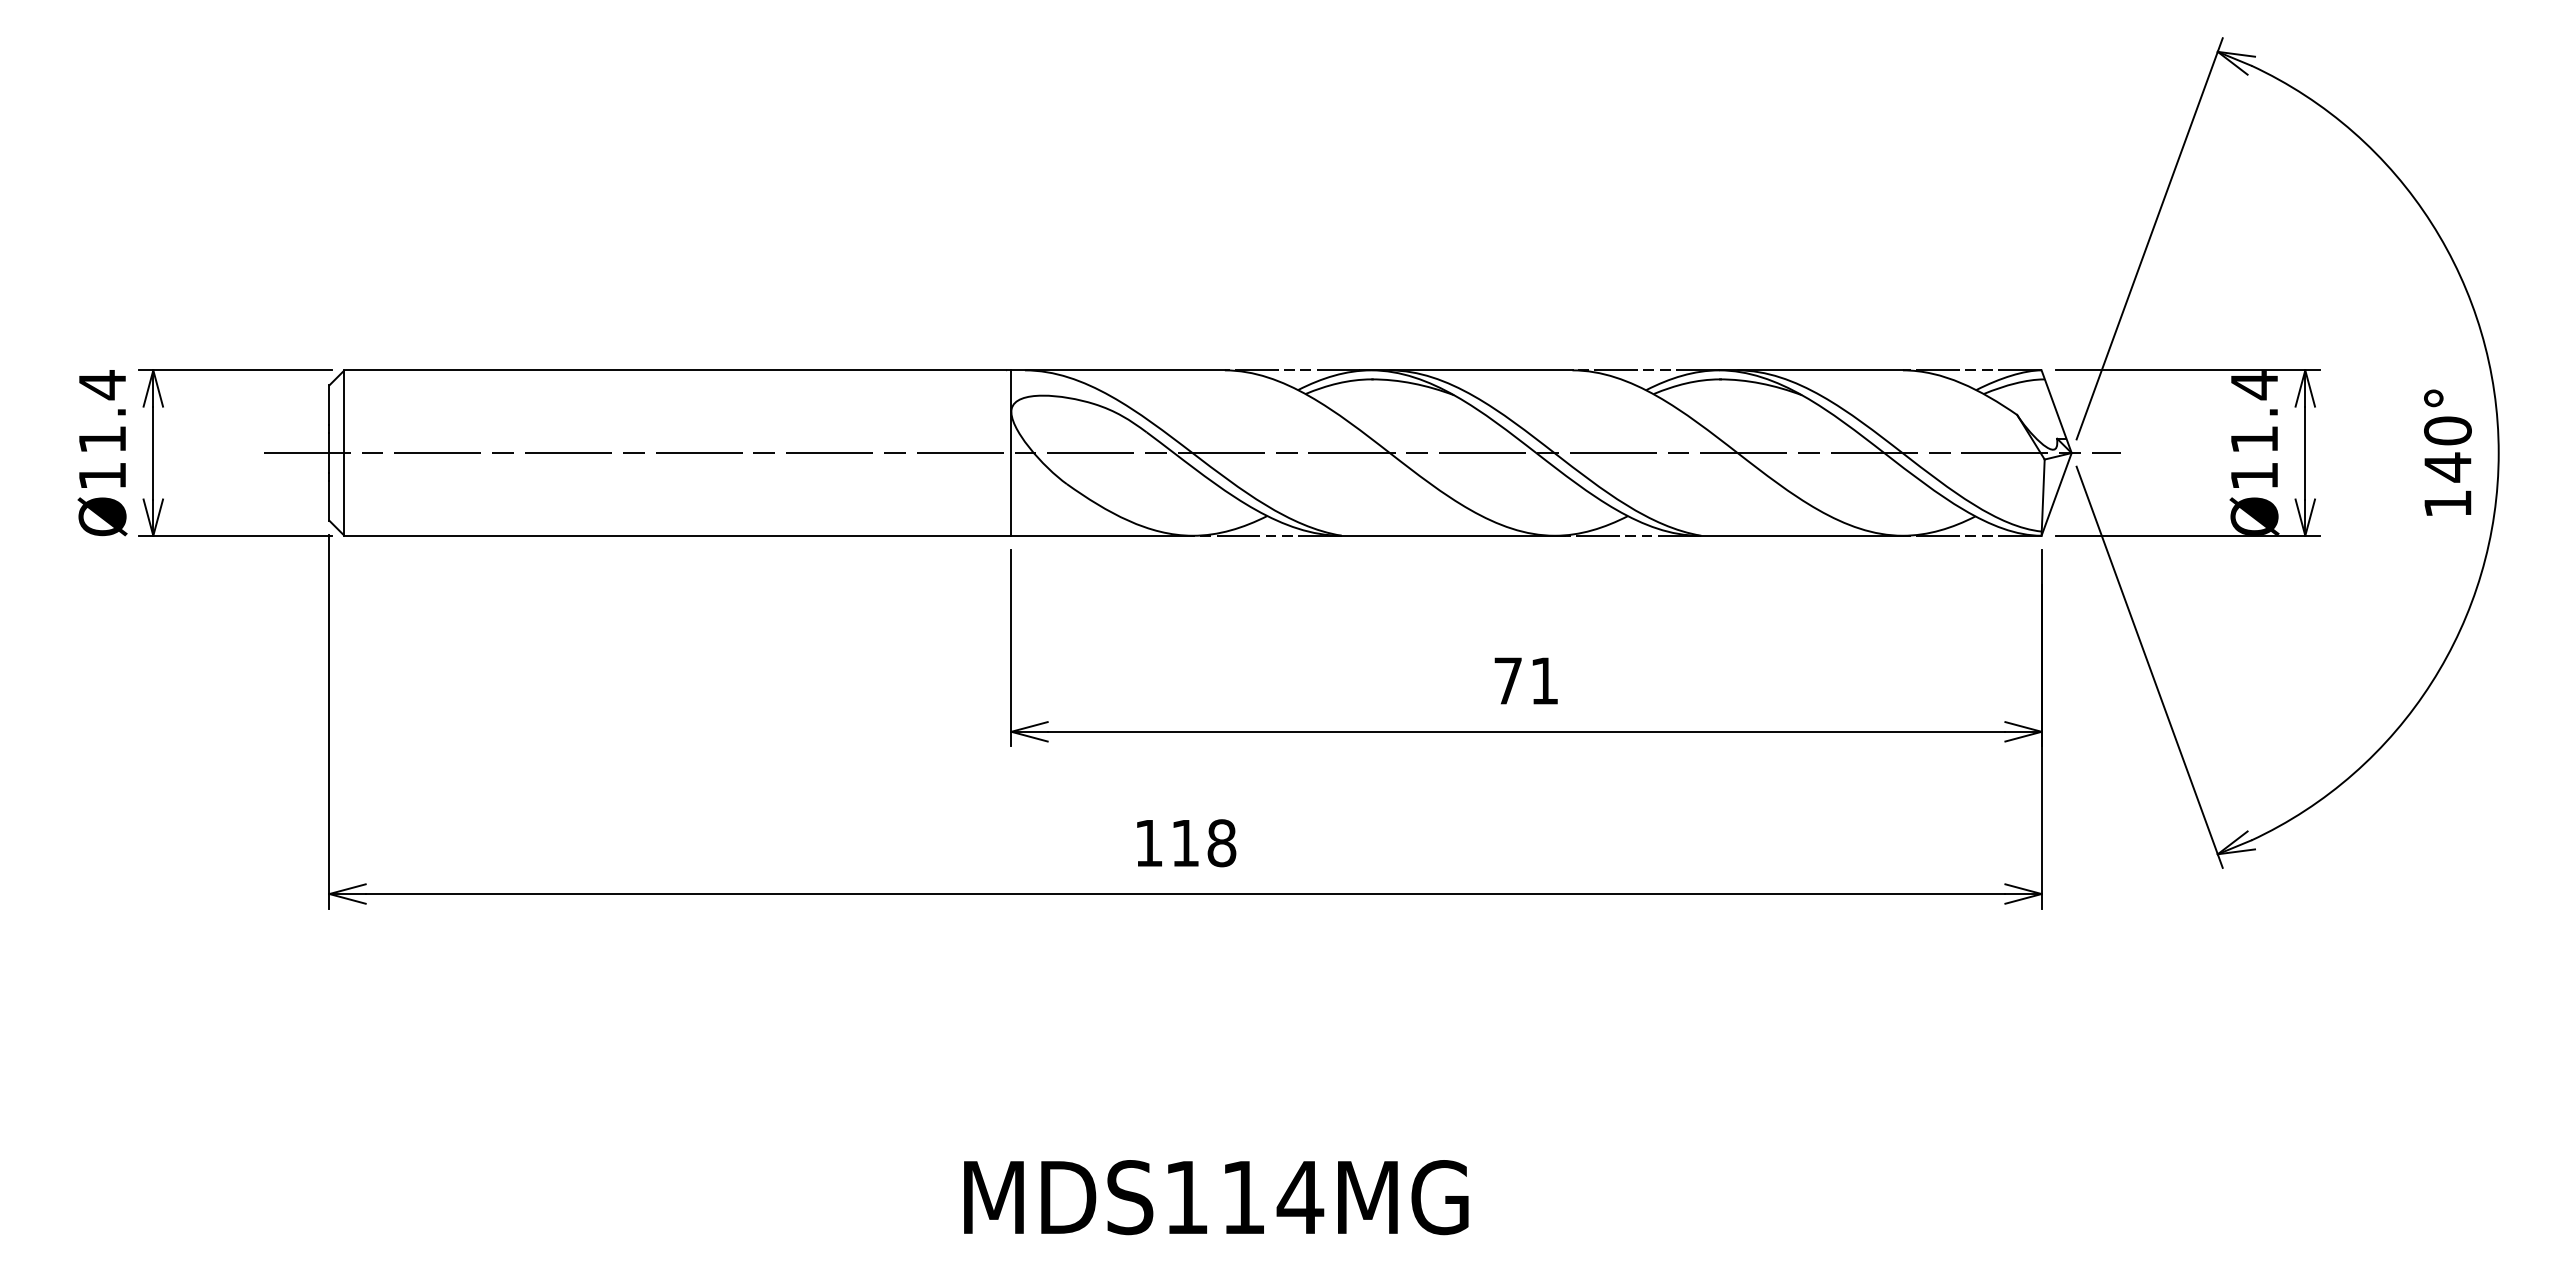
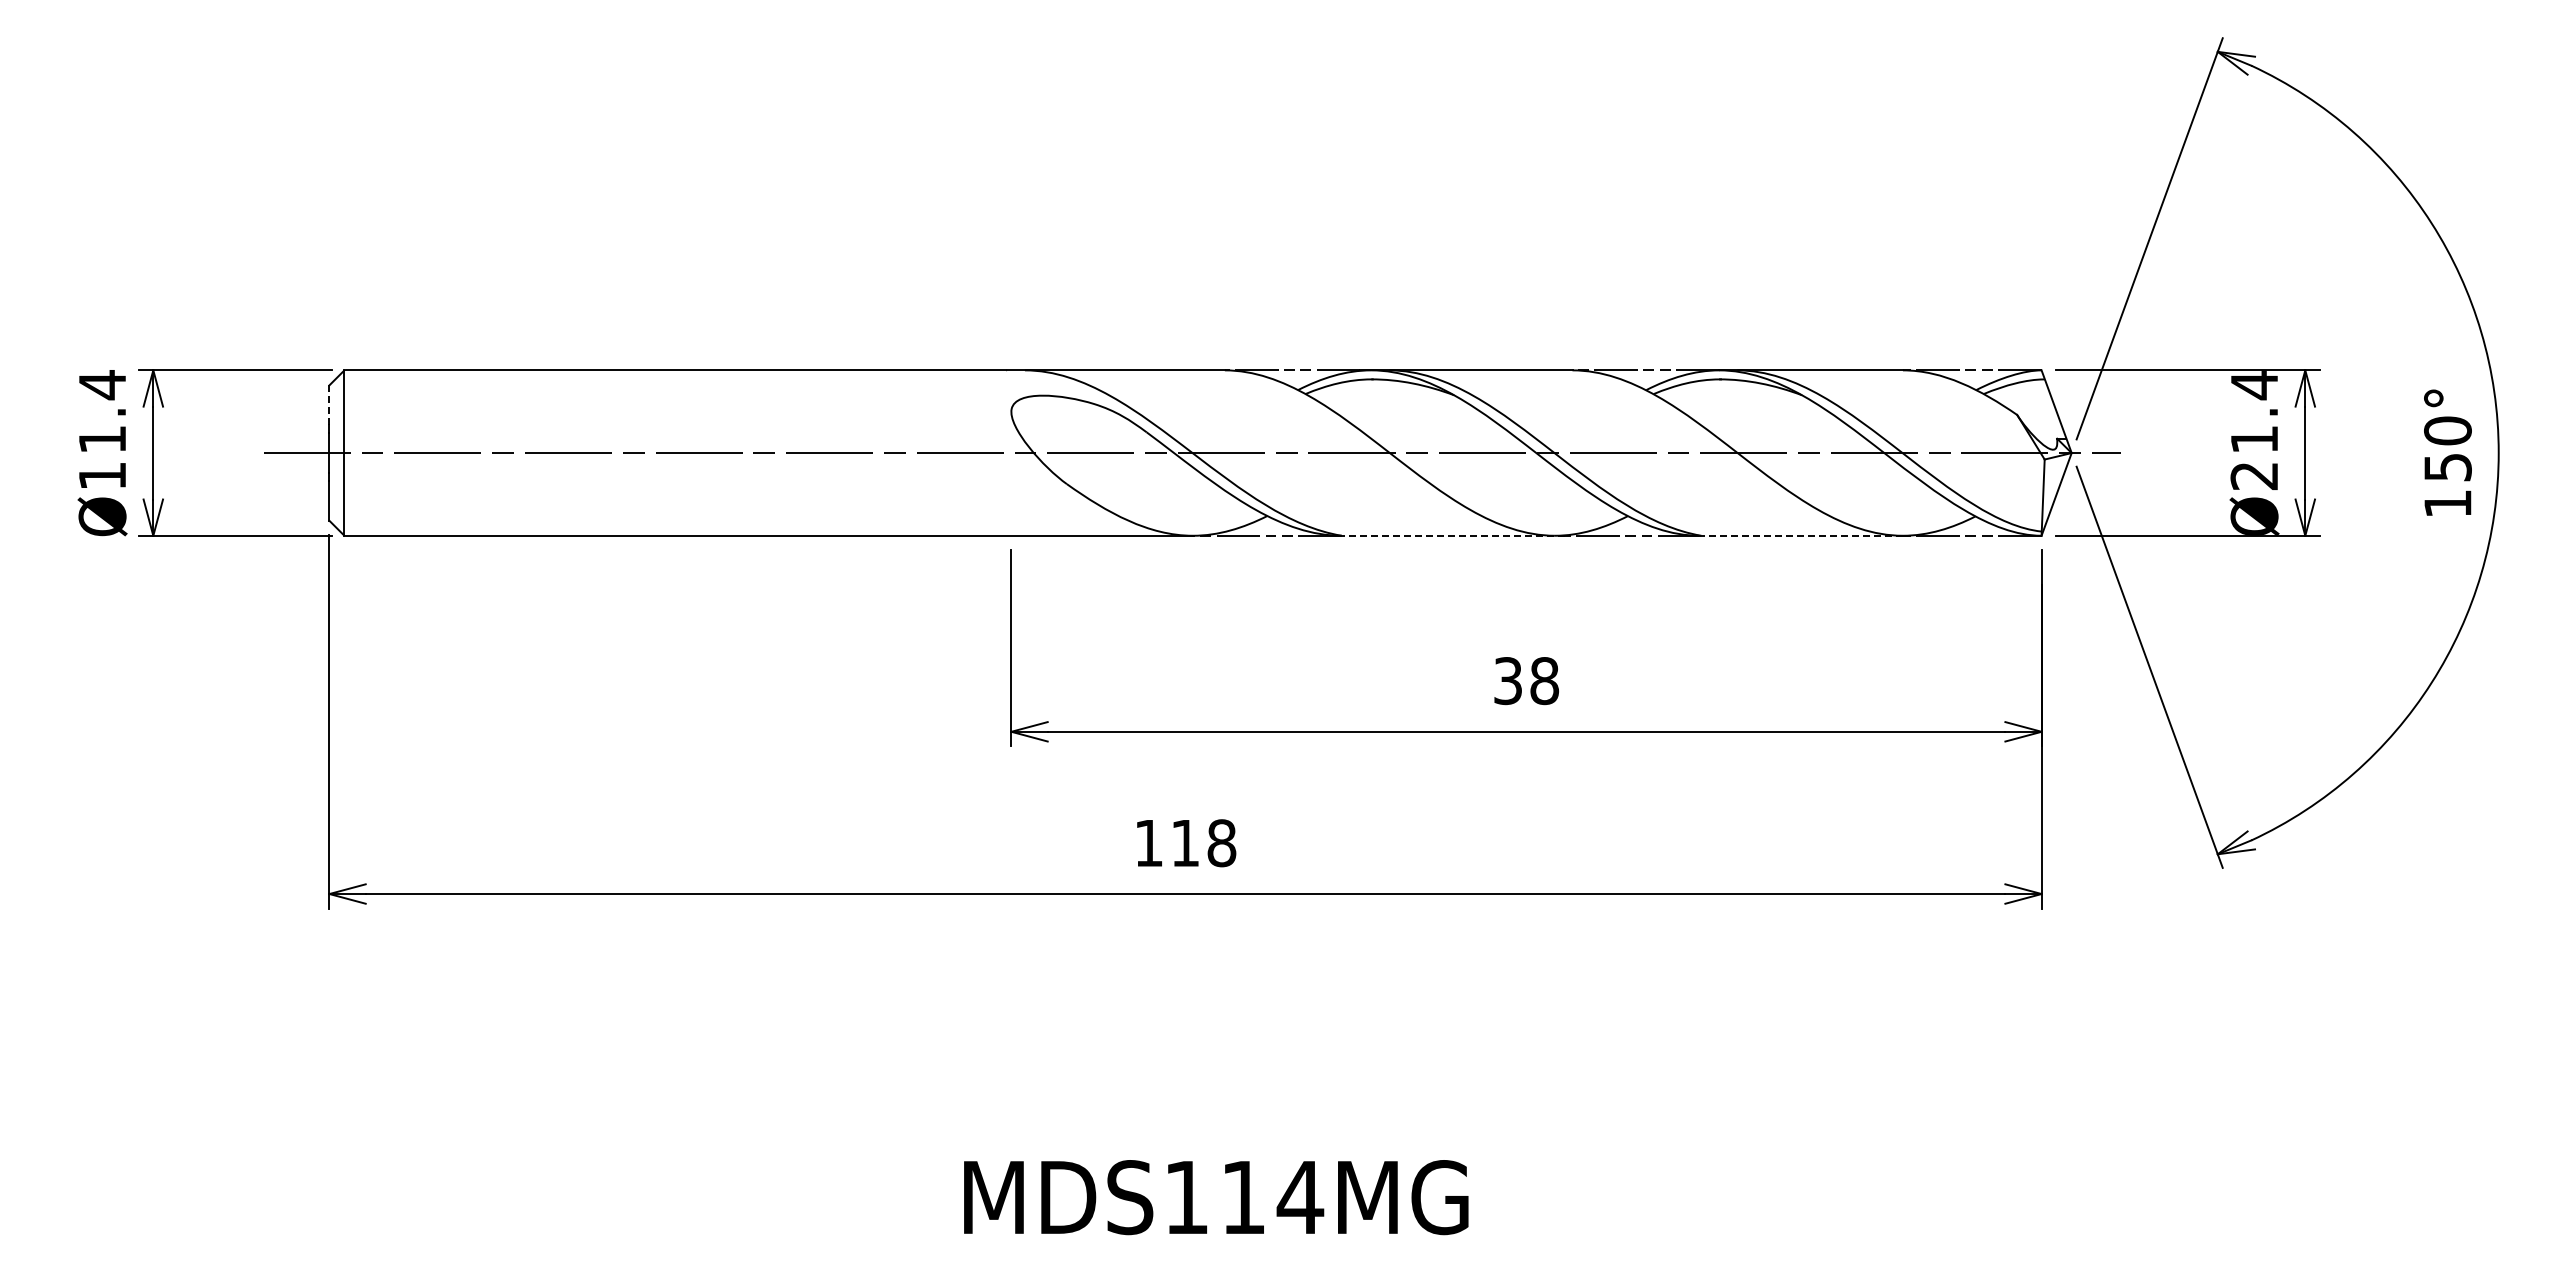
line at (329, 405): solid -> dashed
line at (1011, 452): present -> none
text at (2447, 467): 140° -> 150°
text at (2253, 476): Ø11.4 -> Ø21.4
line at (1453, 535): solid -> dashed
line at (1801, 535): solid -> dashed
text at (1526, 681): 71 -> 38
